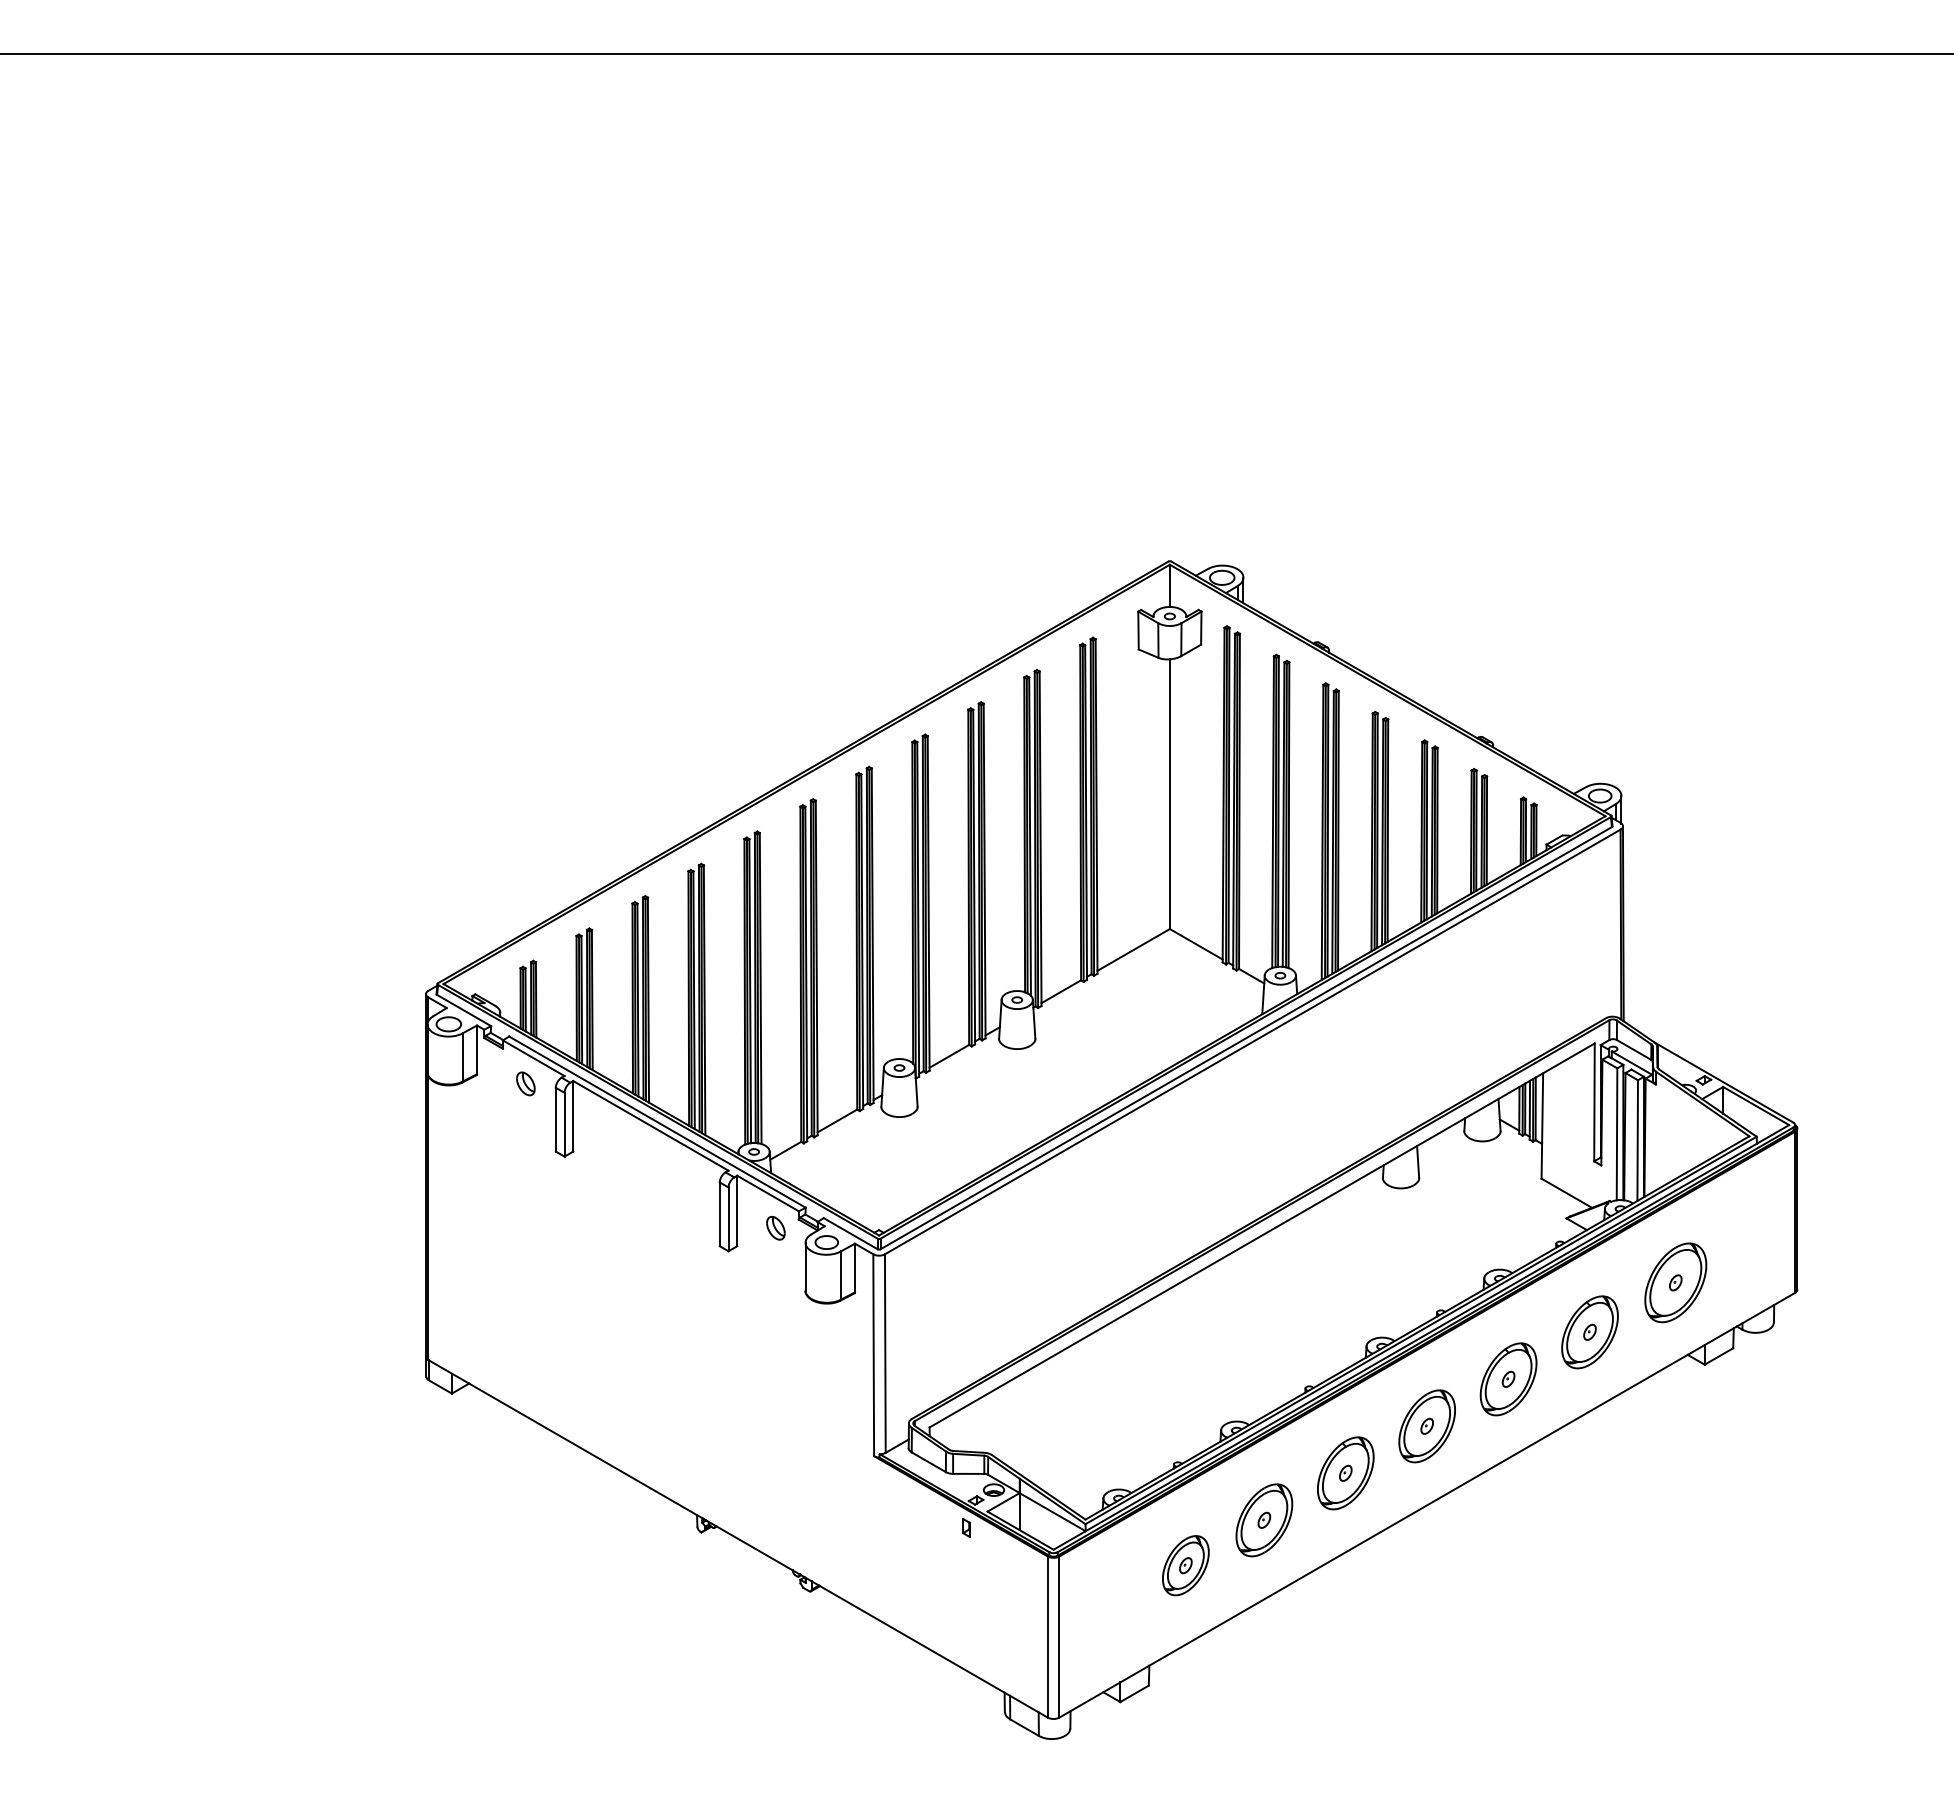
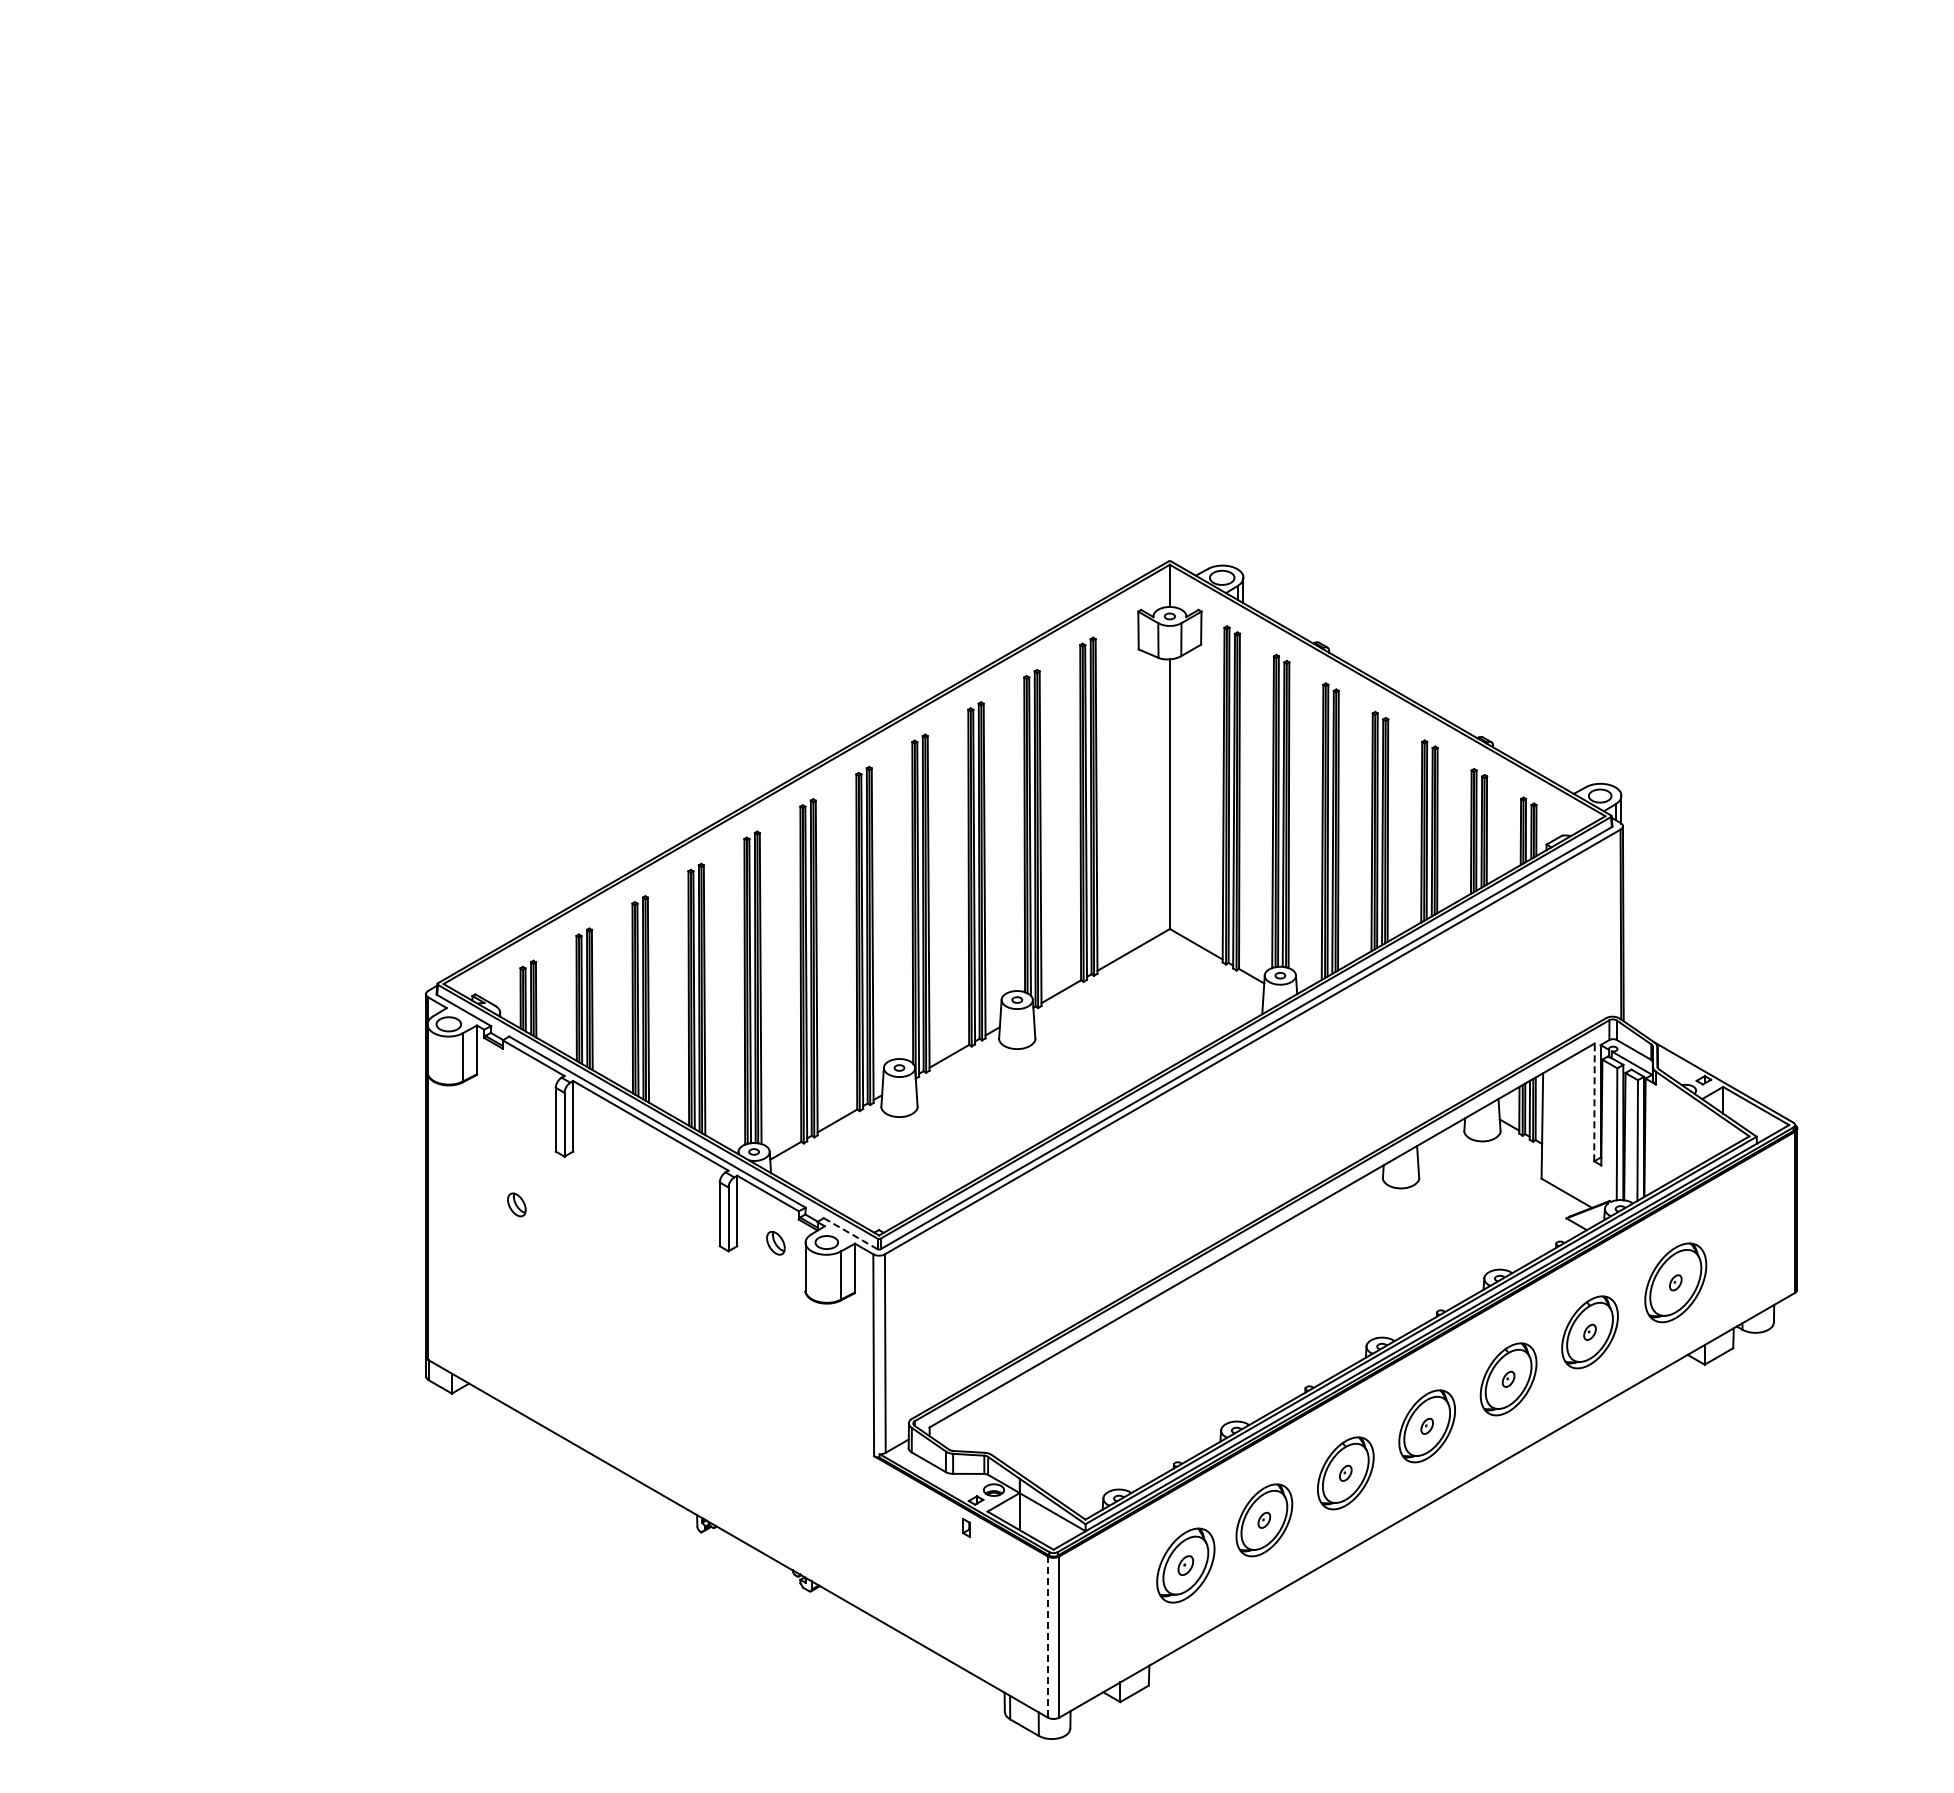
line at (976, 53): present -> none
part at (525, 1083) position: (525, 1083) -> (516, 1204)
line at (1594, 1102): solid -> dashed
part at (775, 1228) position: (775, 1228) -> (775, 1243)
line at (850, 1233): solid -> dashed
part at (1185, 1565) size: 48x62 px -> 60x77 px
line at (1047, 1637): solid -> dashed
